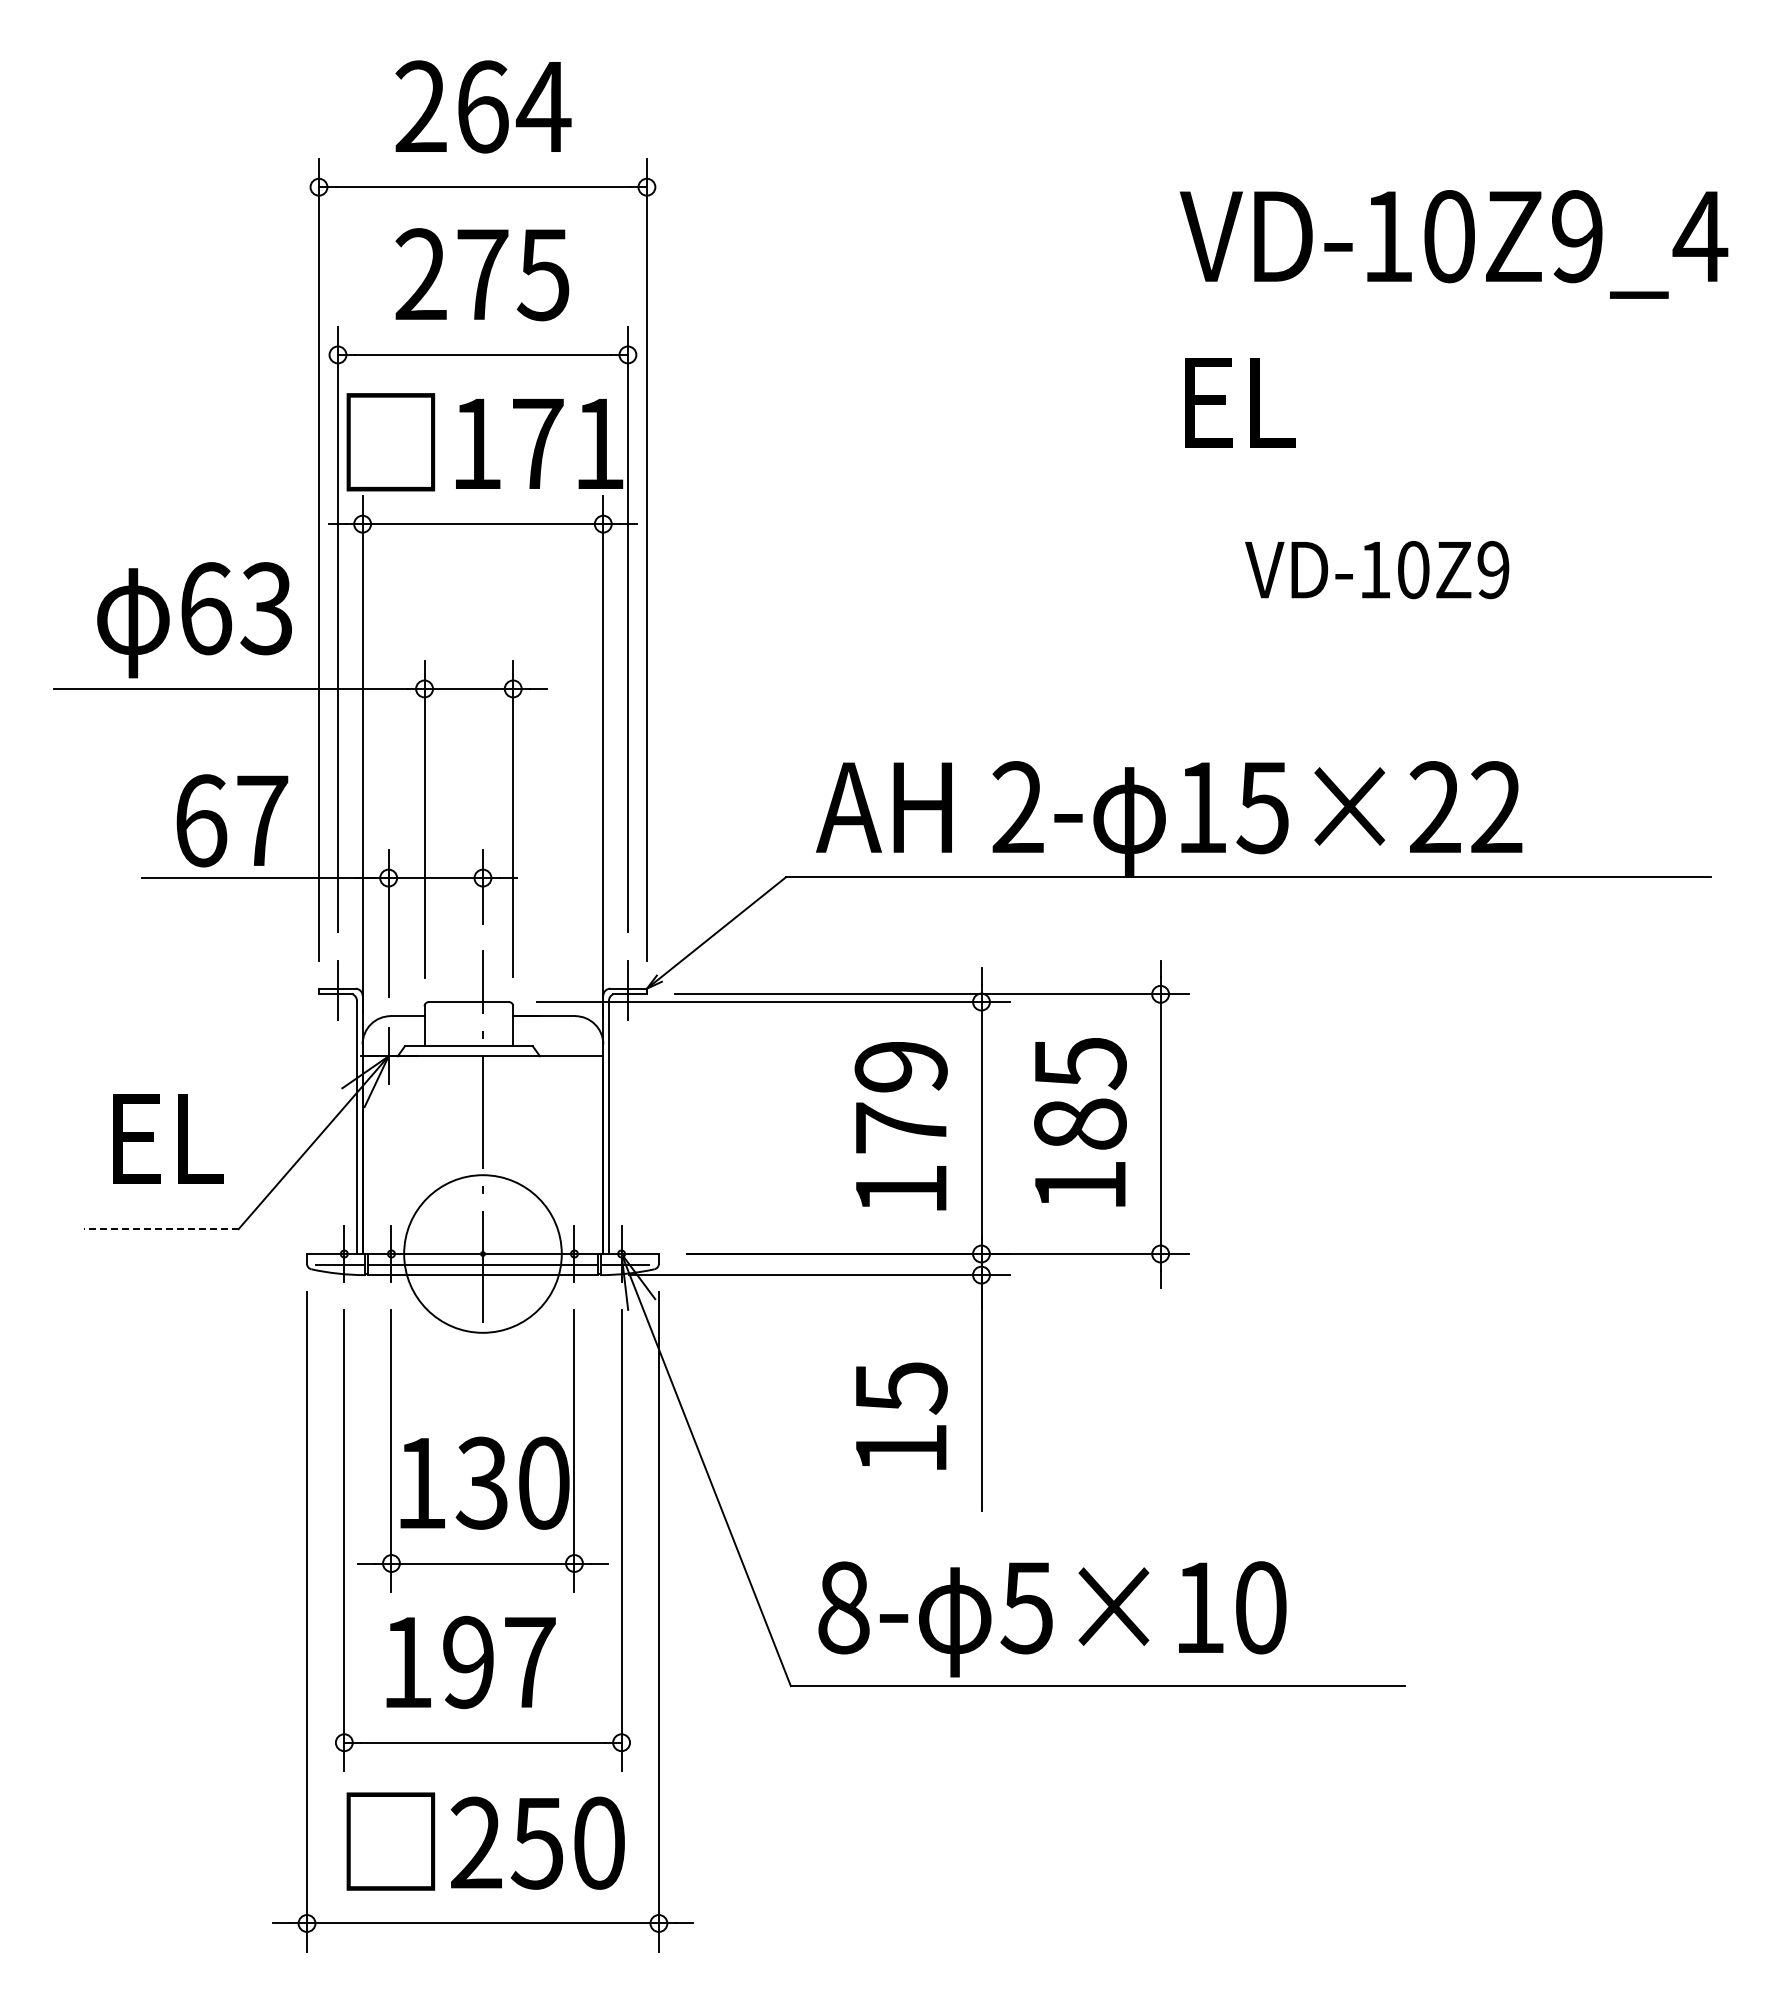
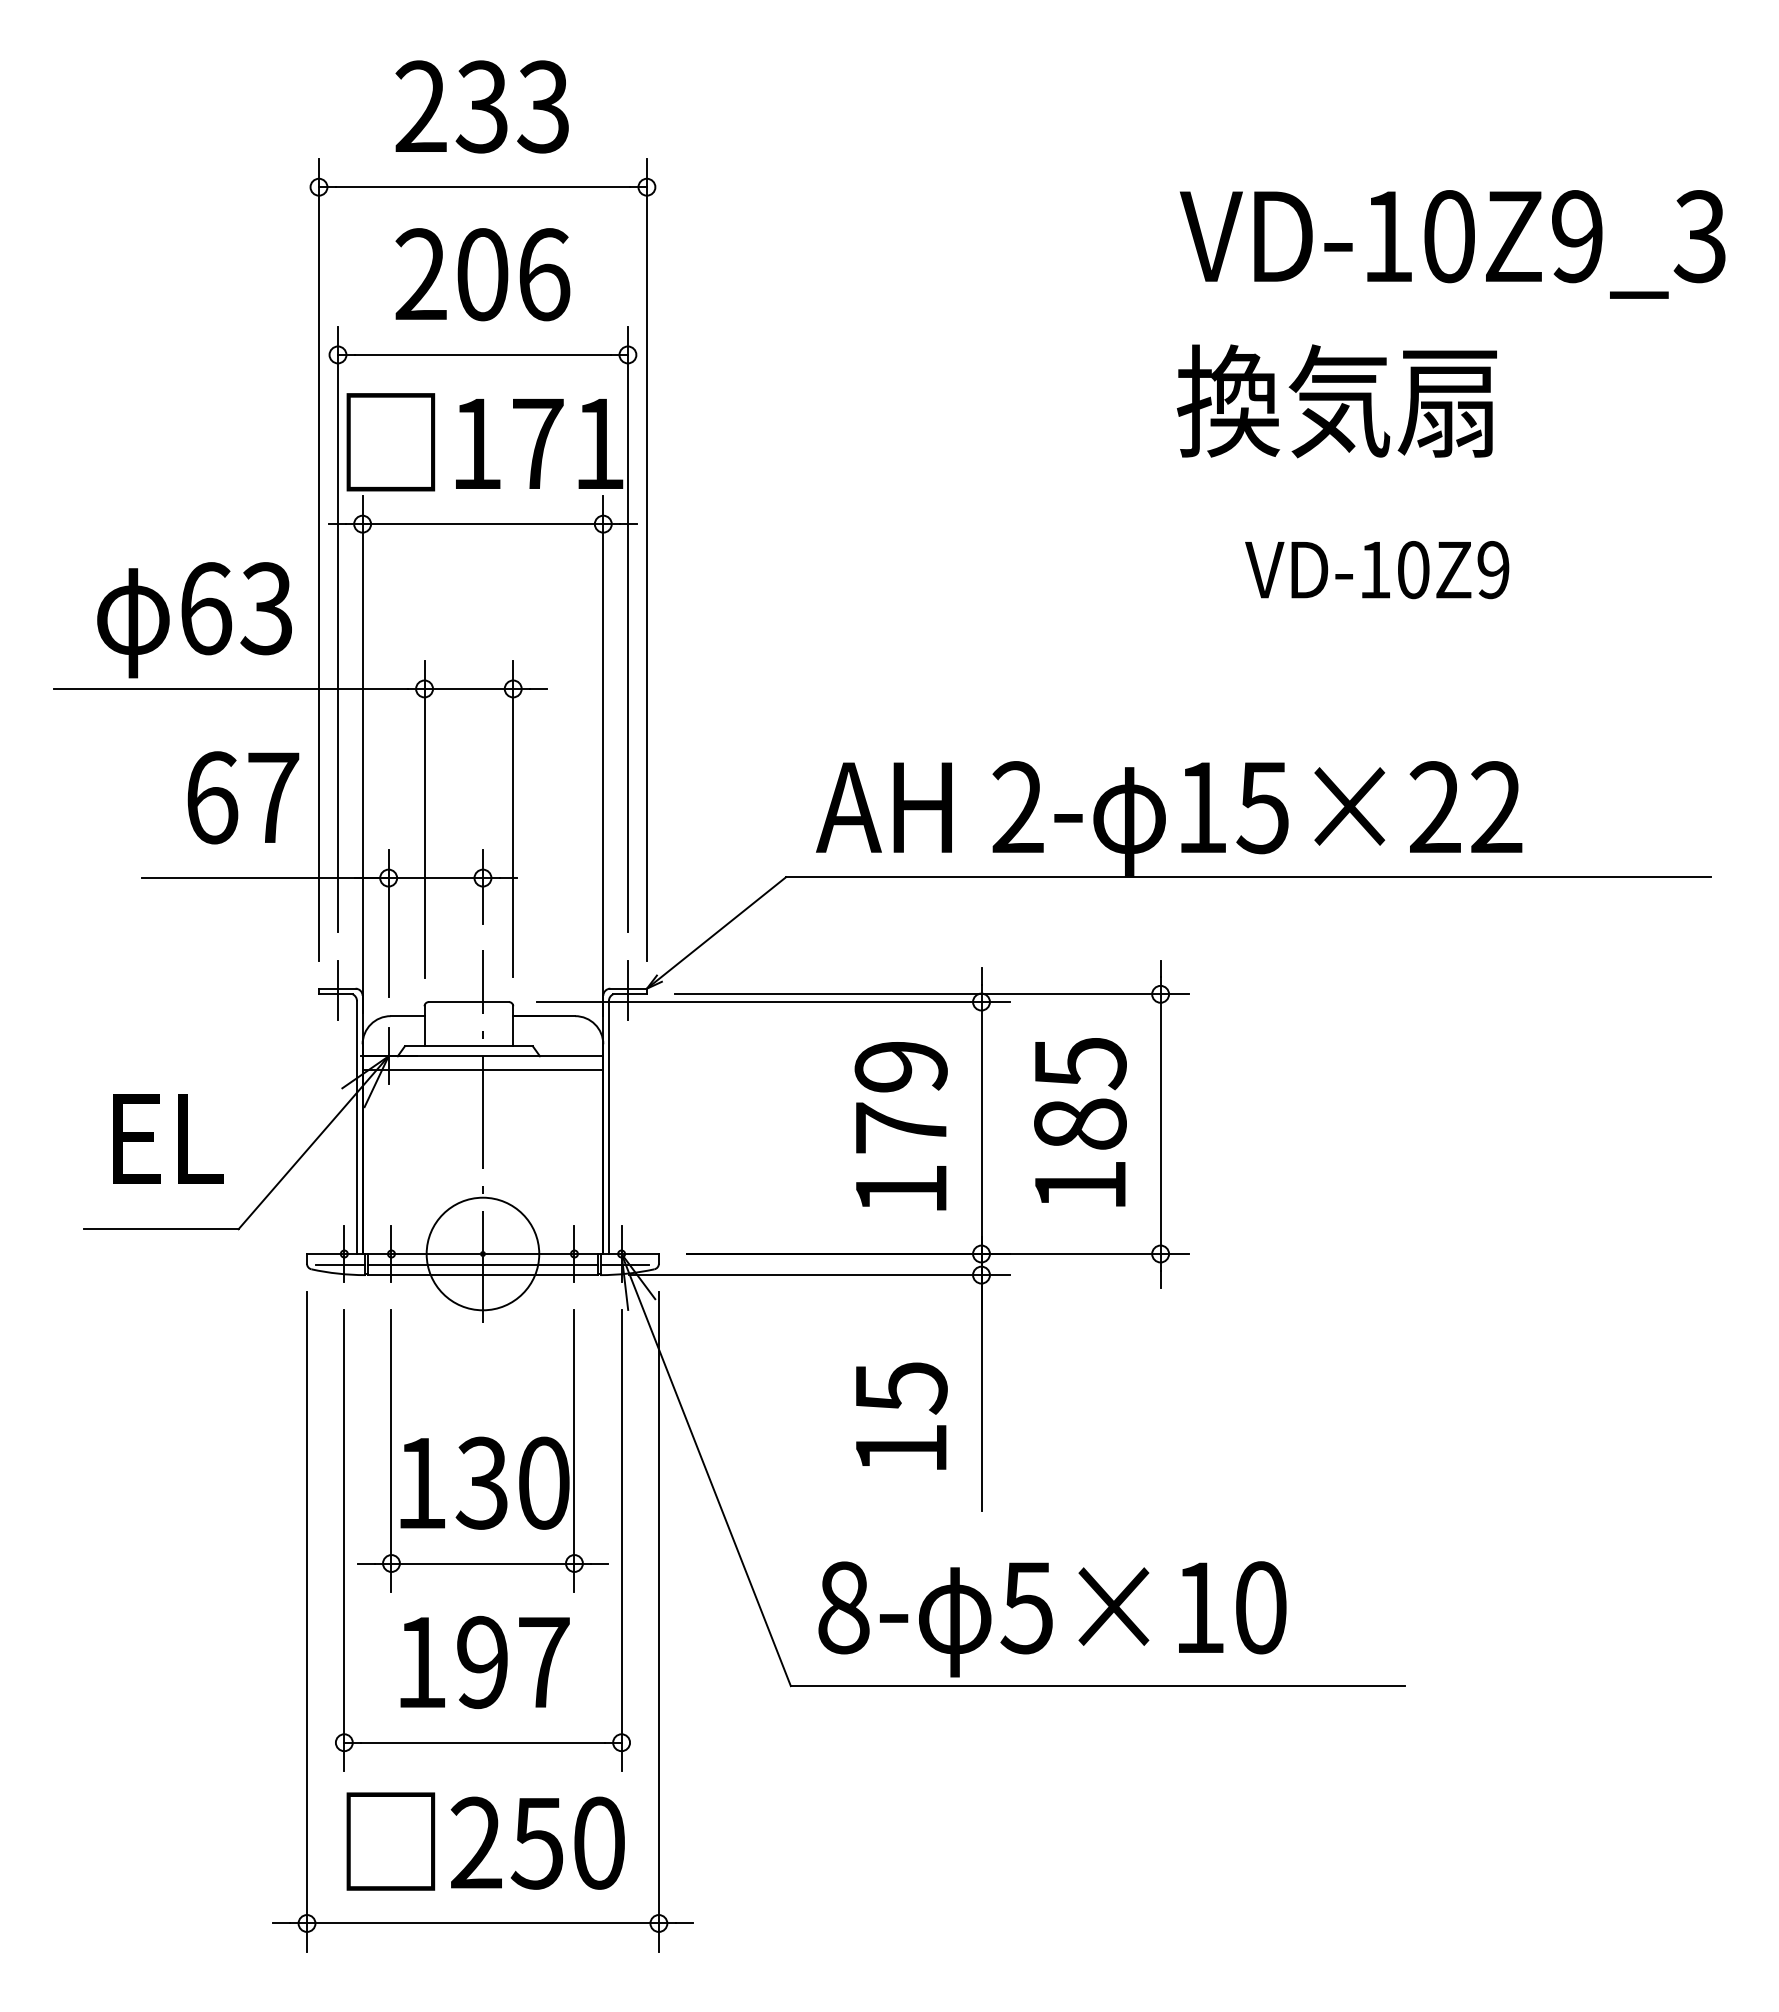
text at (513, 106): 264 -> 233
text at (1700, 236): VD-10Z9_4 -> VD-10Z9_3
text at (513, 274): 275 -> 206
text at (1336, 401): EL -> 換気扇
text at (232, 820) position: (232, 820) -> (243, 797)
line at (482, 1070): none -> present
line at (160, 1229): dashed -> solid
circle at (482, 1253) diameter: 158 px -> 113 px
text at (470, 1662) position: (470, 1662) -> (484, 1662)
